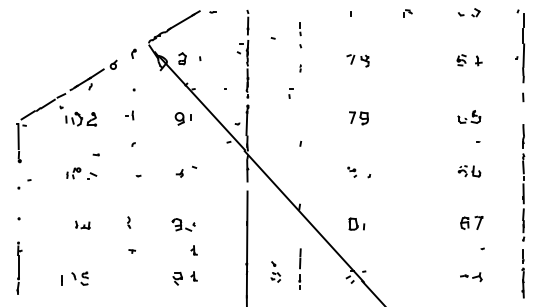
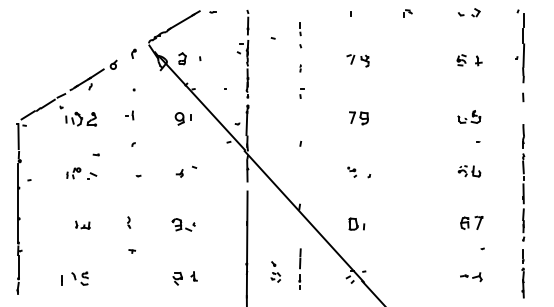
part at (290, 93) position: (290, 93) -> (301, 93)
line at (18, 203): none -> present
part at (193, 250): present -> none
